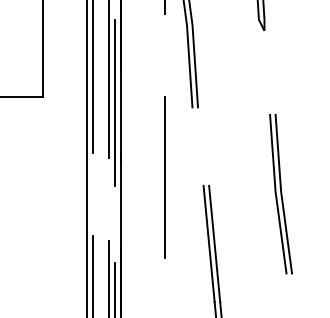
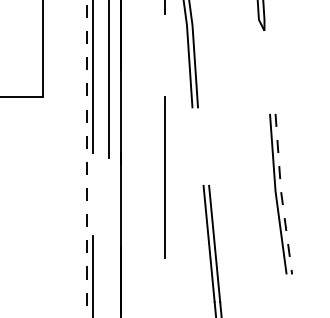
line at (115, 102): present -> none
line at (87, 159): solid -> dashed
line at (281, 194): solid -> dashed
line at (109, 277): present -> none
line at (115, 288): present -> none
